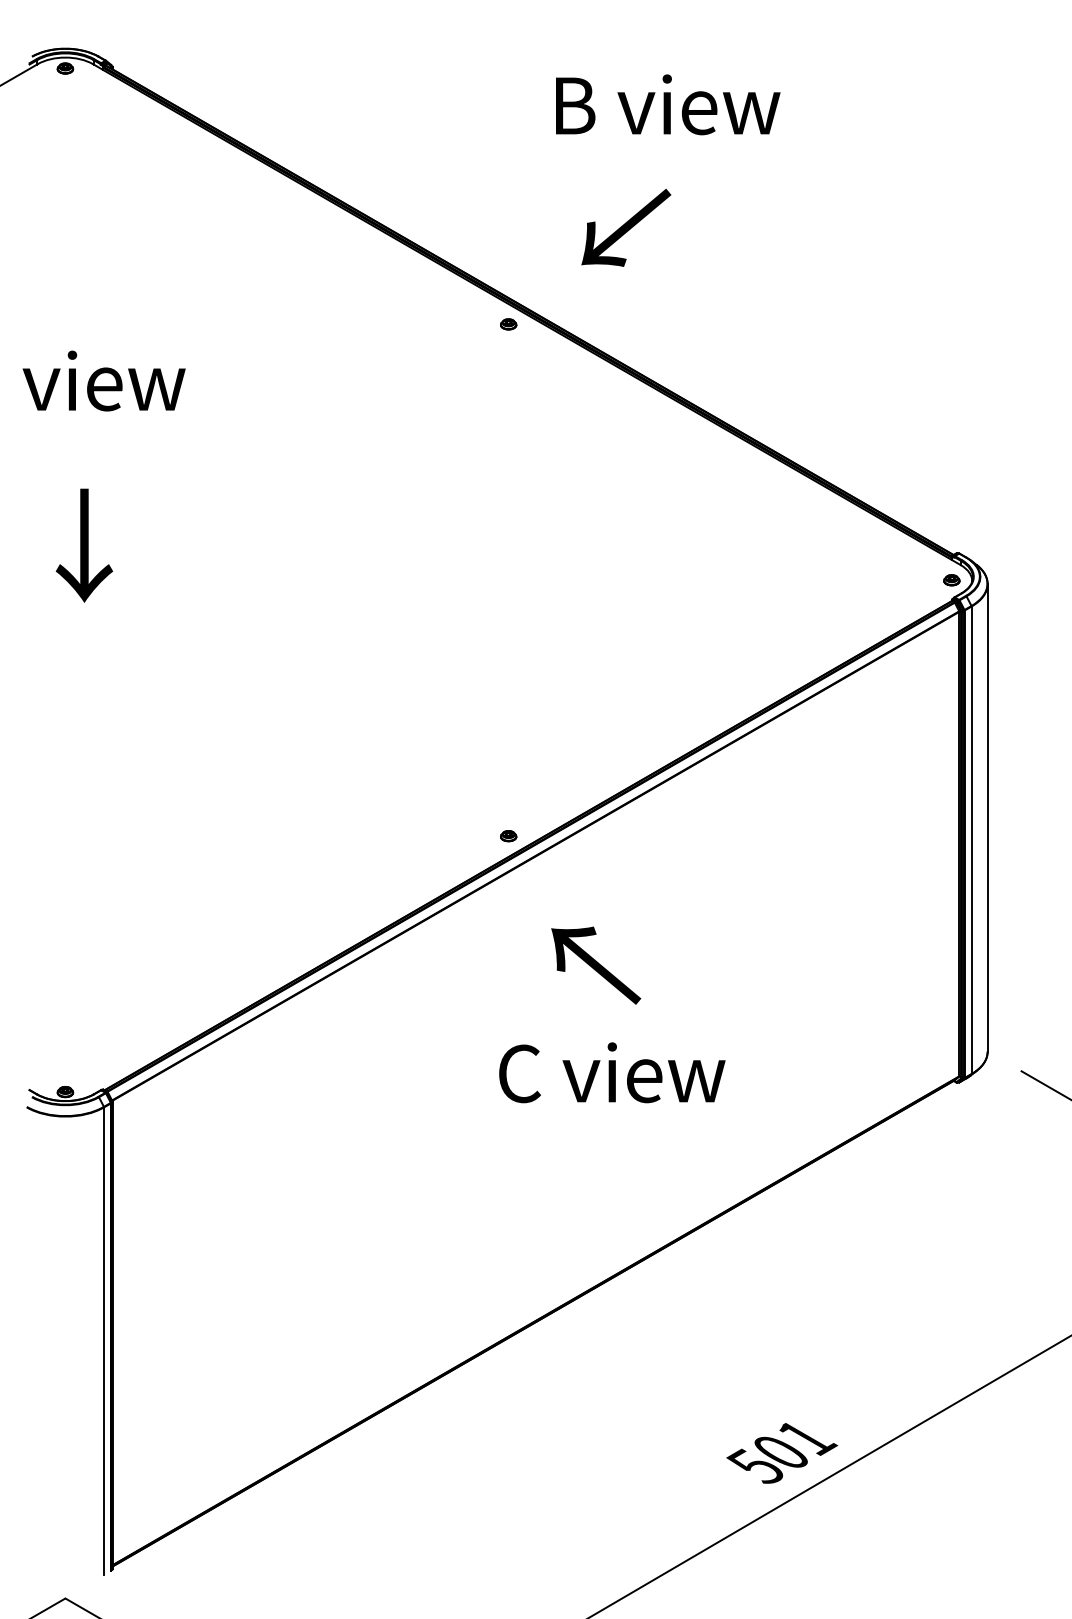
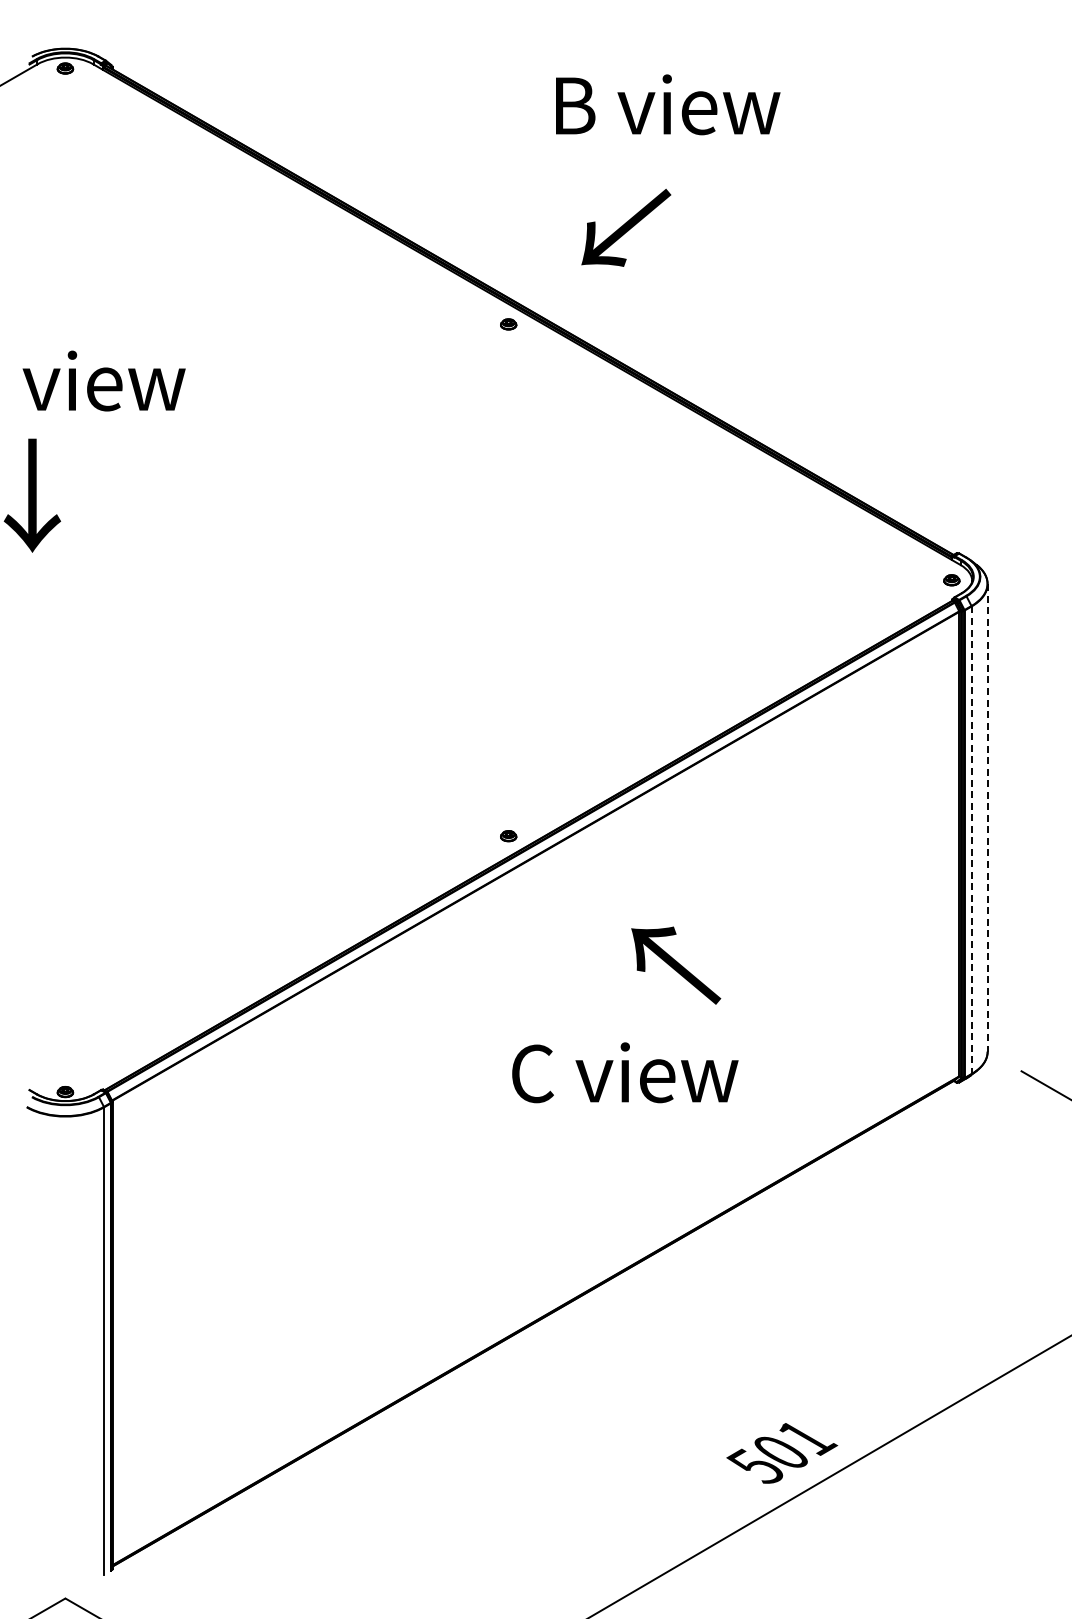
text at (83, 545) position: (83, 545) -> (31, 495)
line at (987, 817): solid -> dashed
line at (971, 840): solid -> dashed
text at (596, 965) position: (596, 965) -> (676, 965)
text at (612, 1072) position: (612, 1072) -> (625, 1072)
